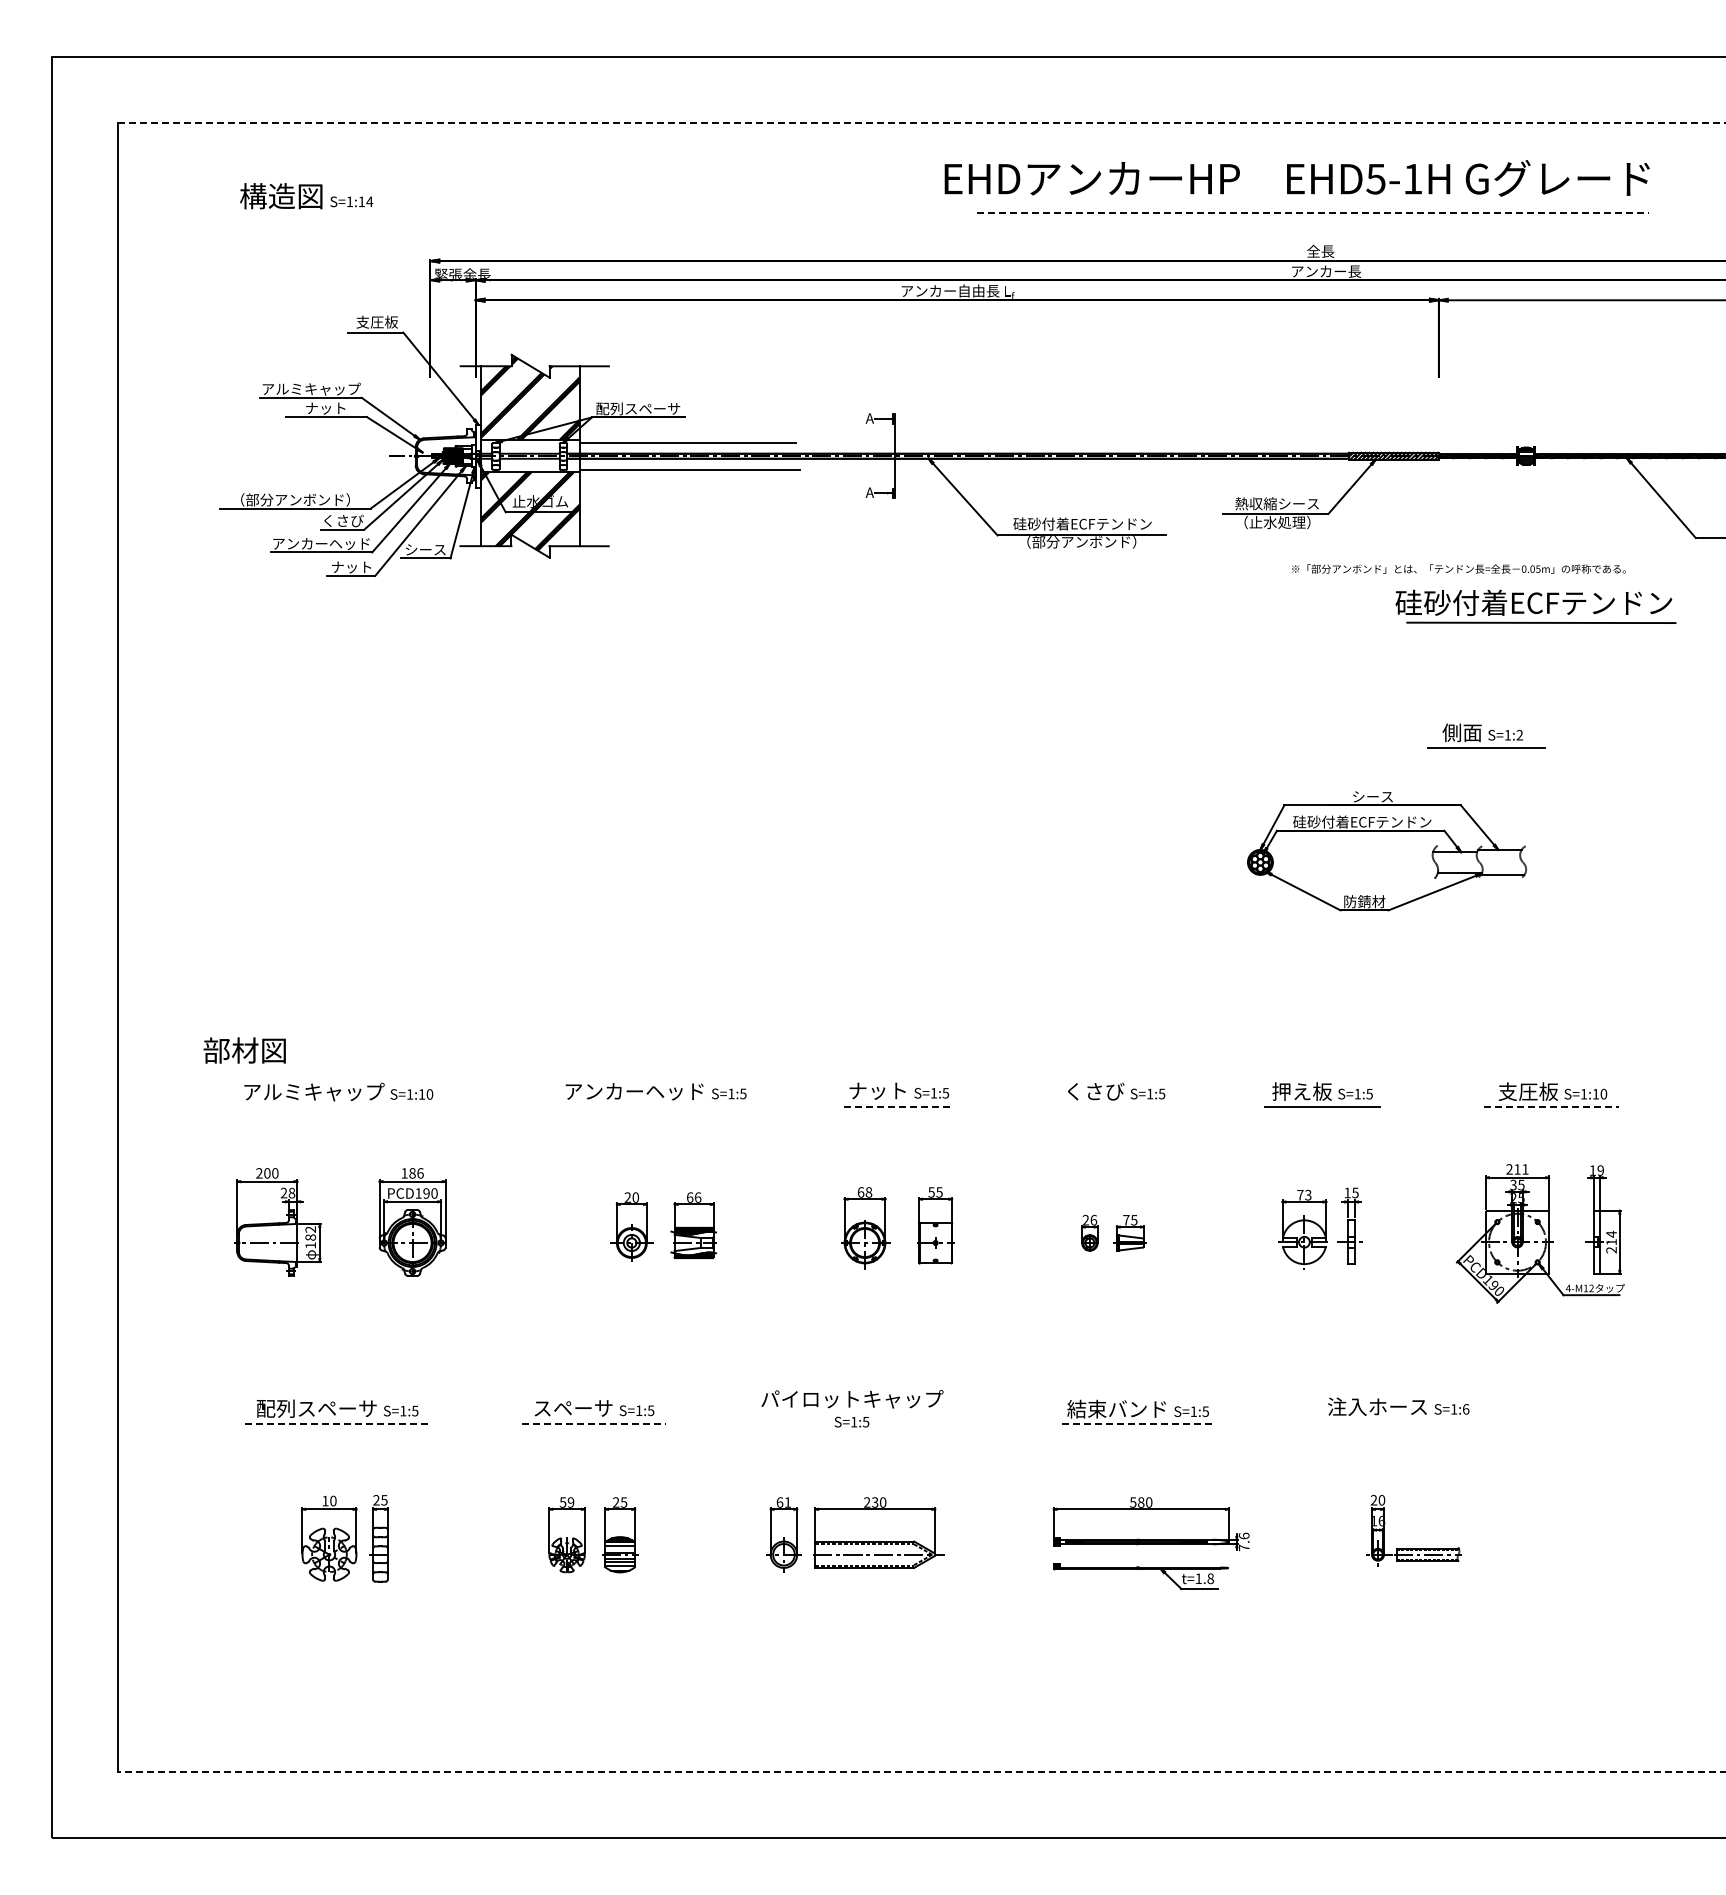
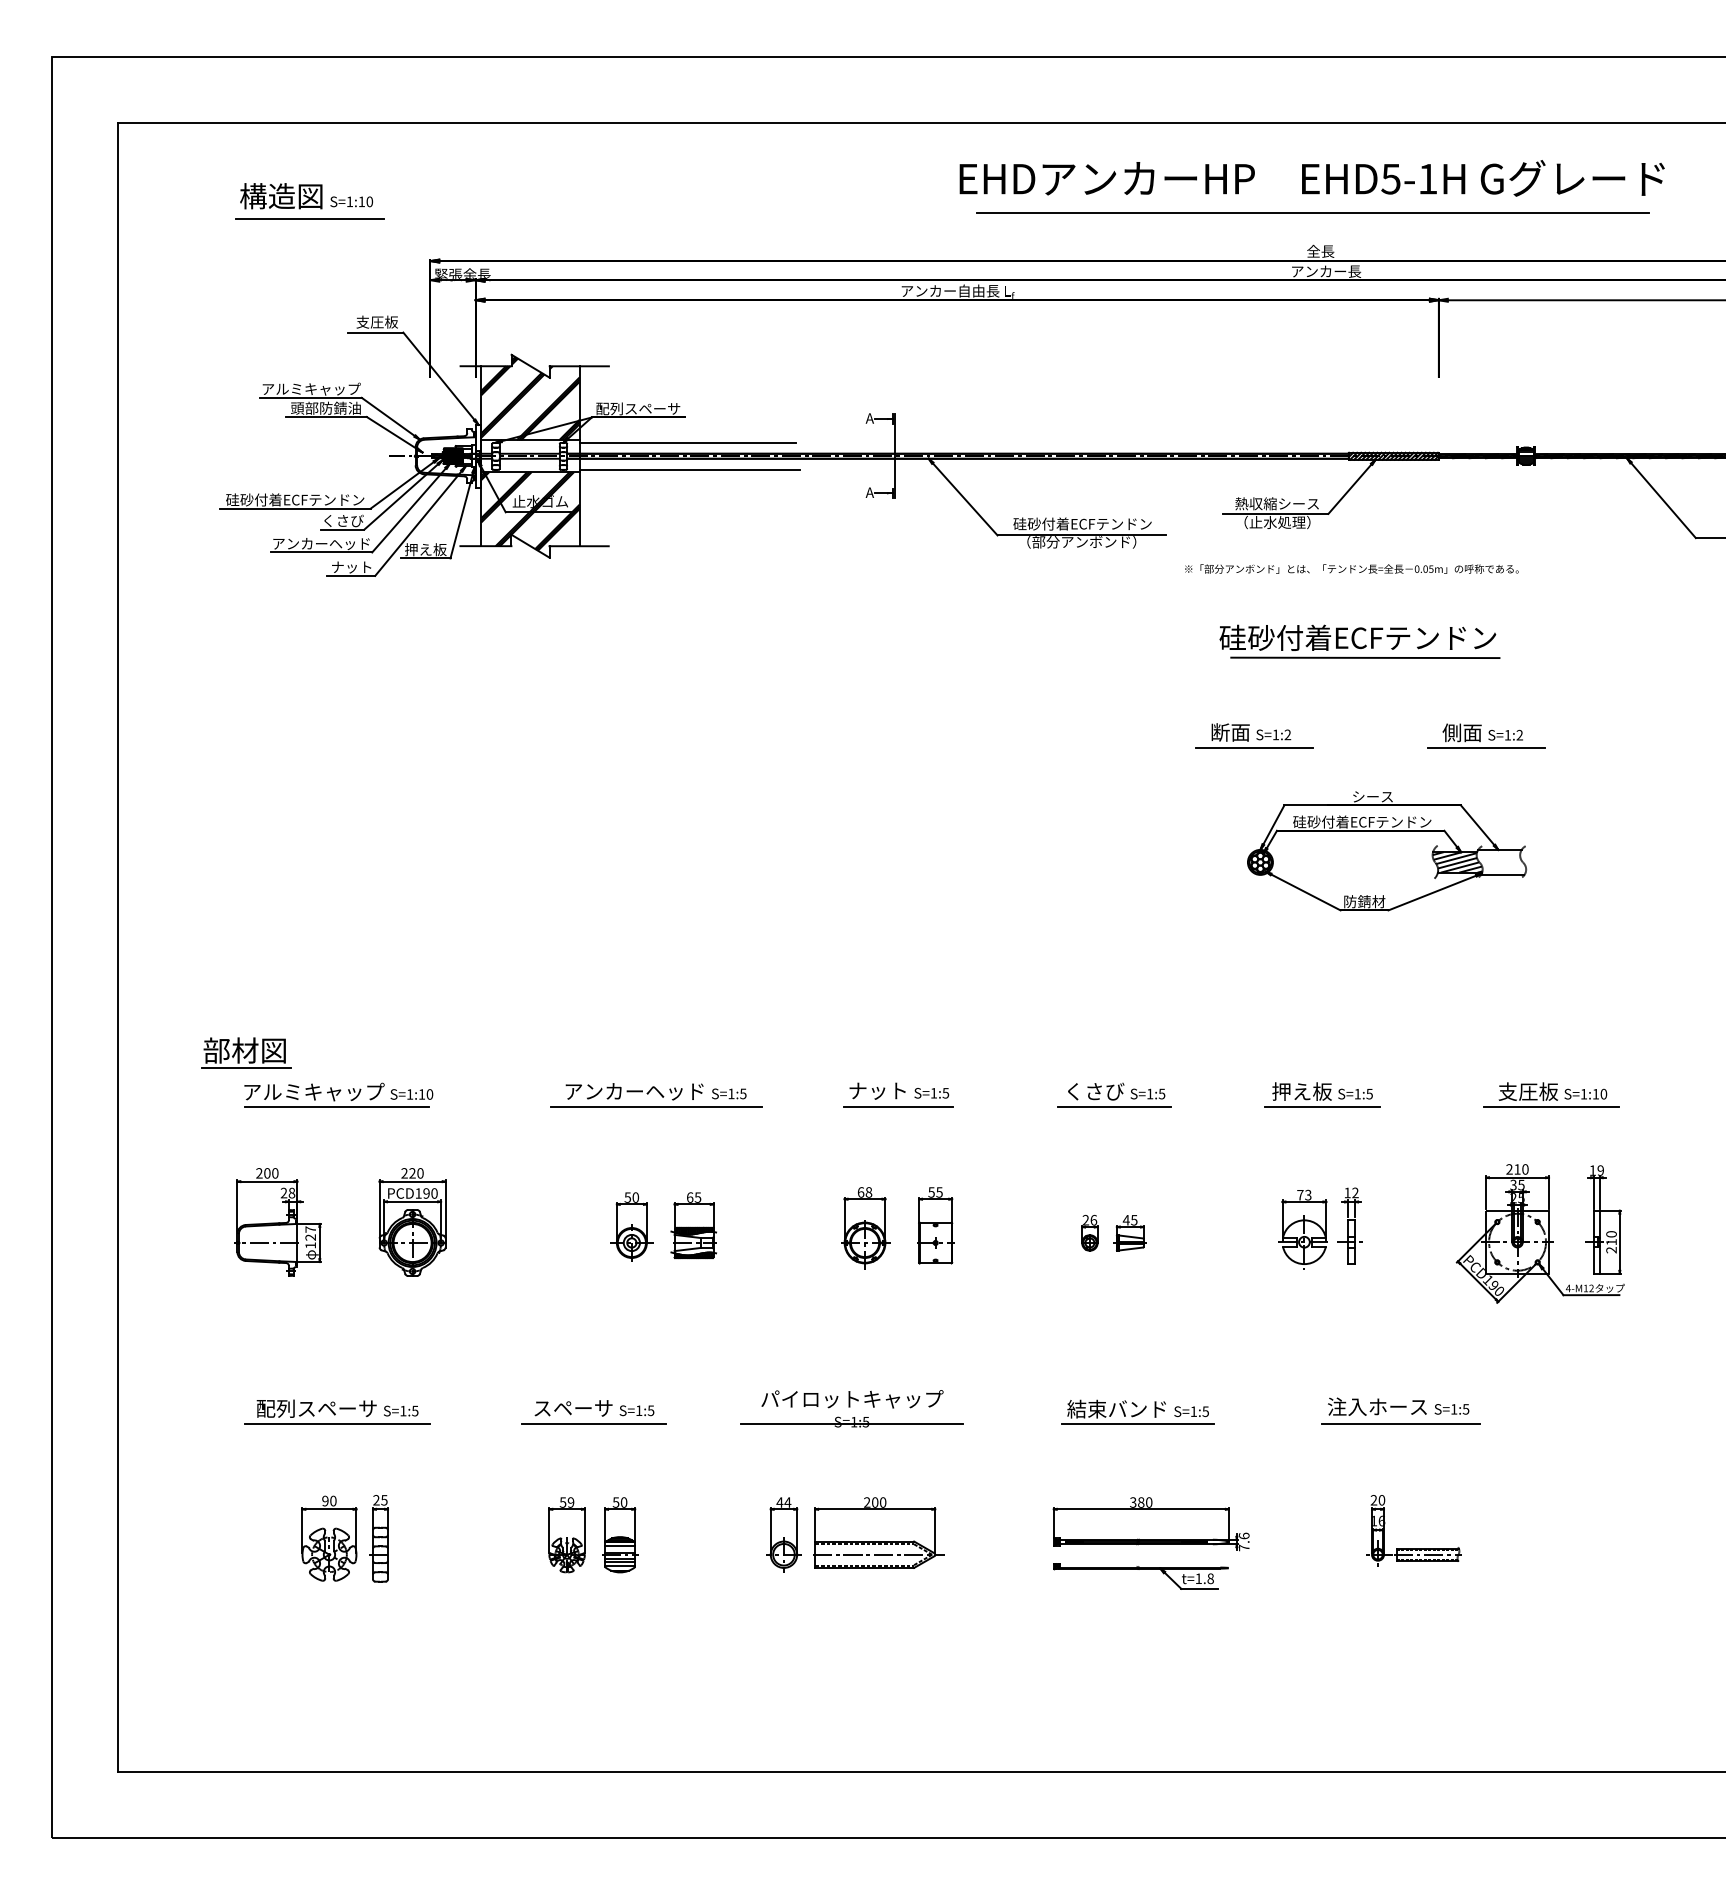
line at (921, 122): dashed -> solid
text at (1296, 178) position: (1296, 178) -> (1311, 178)
text at (369, 201): S=1:14 -> S=1:10
line at (1313, 212): dashed -> solid
line at (309, 218): none -> present
text at (325, 407): ナット -> 頭部防錆油
text at (295, 499): （部分アンボンド） -> 硅砂付着ECFテンドン
text at (425, 549): シース -> 押え板
text at (1458, 568) position: (1458, 568) -> (1351, 568)
part at (1535, 606) position: (1535, 606) -> (1359, 641)
part at (1254, 735): none -> present
hatch at (1457, 862): none -> present
line at (246, 1068): none -> present
line at (336, 1106): none -> present
line at (656, 1106): none -> present
line at (898, 1106): dashed -> solid
line at (1114, 1106): none -> present
line at (1552, 1106): dashed -> solid
text at (1525, 1169): 211 -> 210
text at (412, 1173): 186 -> 220
text at (1355, 1192): 15 -> 12
text at (627, 1197): 20 -> 50
text at (697, 1197): 66 -> 65
text at (1125, 1220): 75 -> 45
text at (310, 1233): 182 -> 127
text at (1611, 1233): 214 -> 210
text at (1465, 1409): S=1:6 -> S=1:5
line at (337, 1424): dashed -> solid
line at (593, 1424): dashed -> solid
line at (851, 1424): none -> present
line at (1138, 1424): dashed -> solid
line at (1400, 1424): none -> present
text at (325, 1500): 10 -> 90
text at (619, 1502): 25 -> 50
text at (783, 1502): 61 -> 44
text at (874, 1502): 230 -> 200
text at (1133, 1502): 580 -> 380
line at (921, 1772): dashed -> solid
